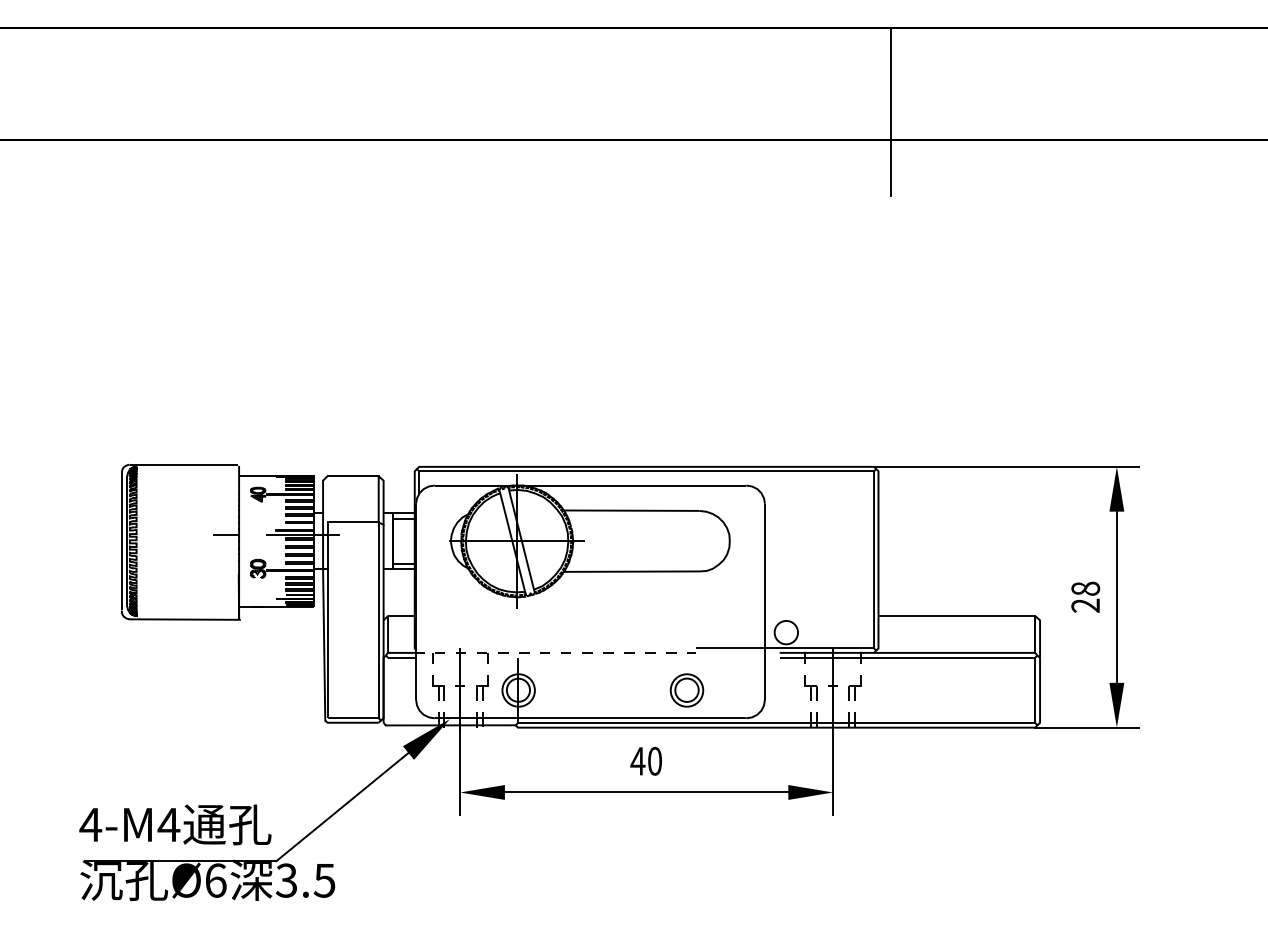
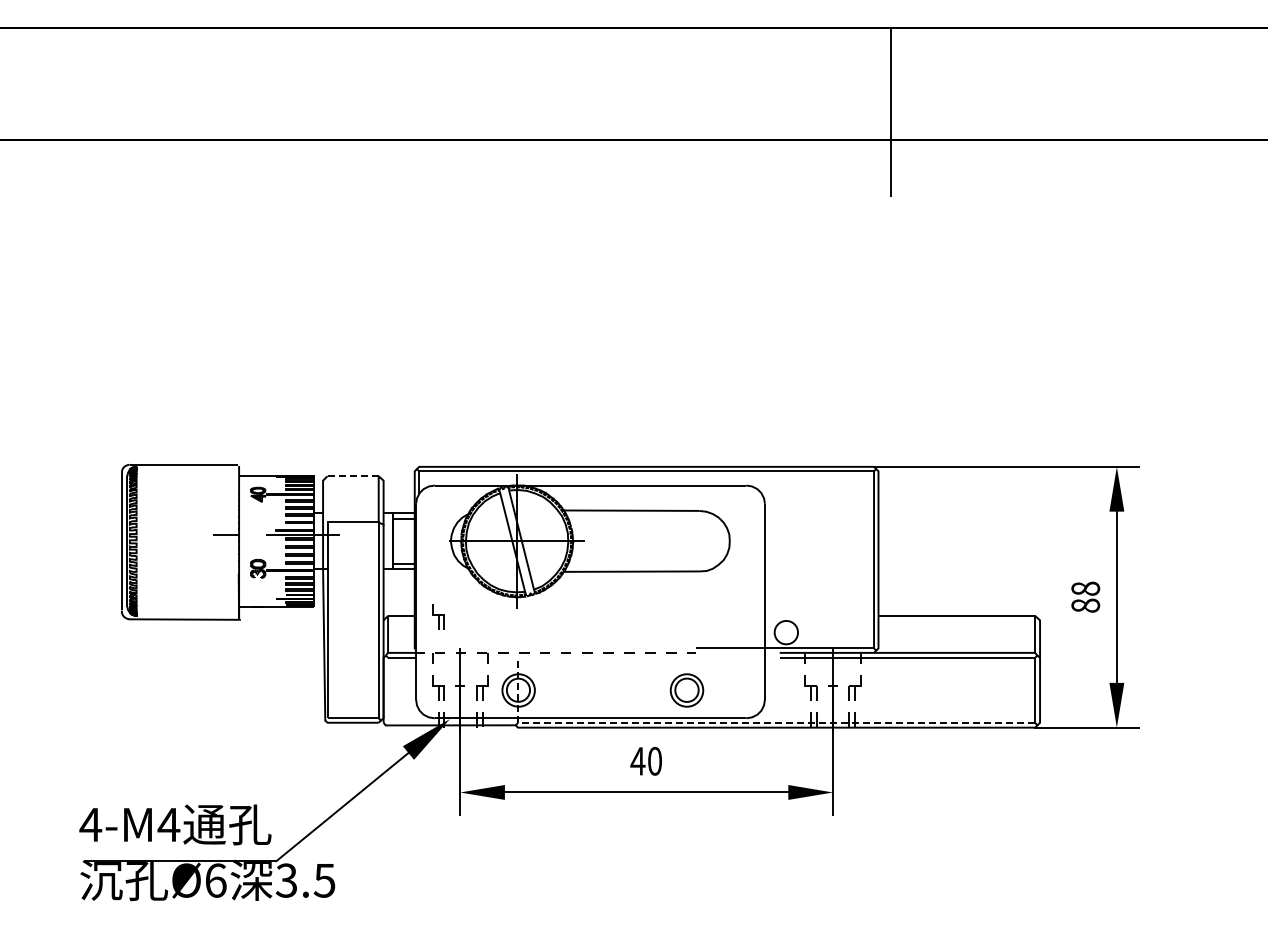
line at (353, 476): solid -> dashed
text at (1085, 605): 28 -> 88
part at (438, 616): none -> present
line at (743, 722): solid -> dashed
